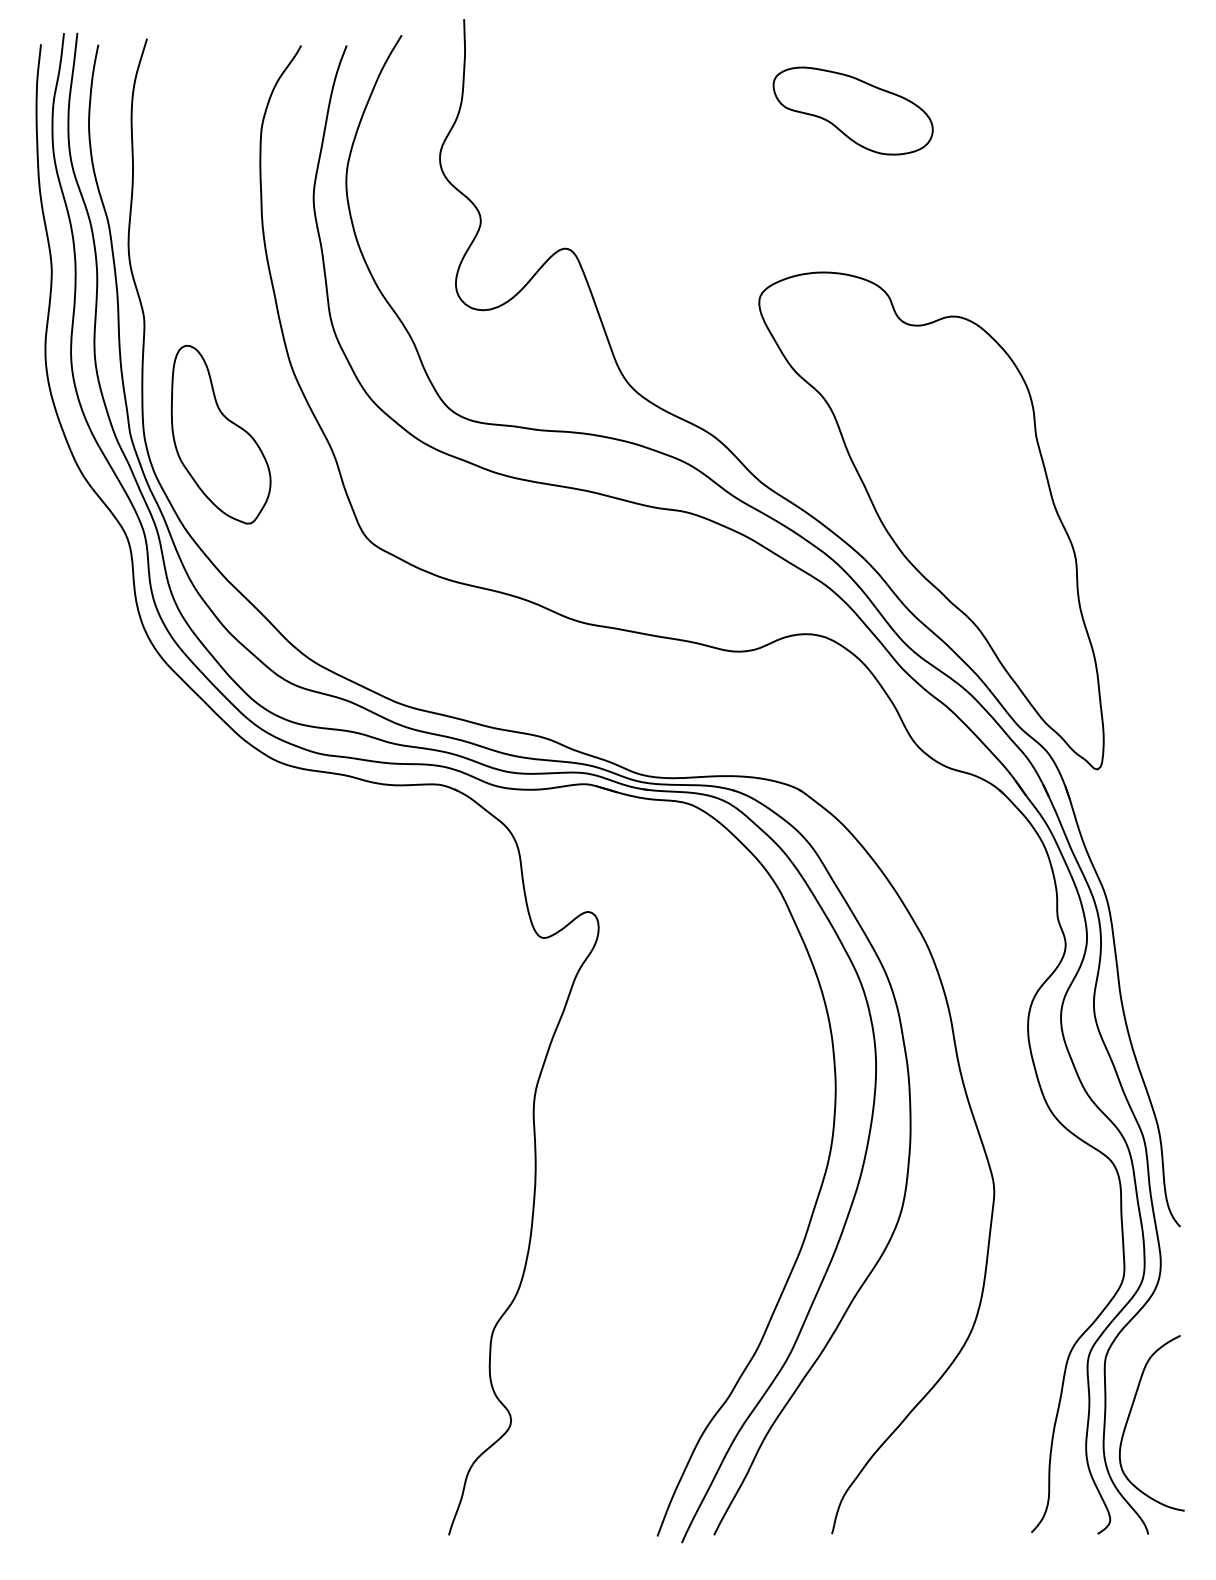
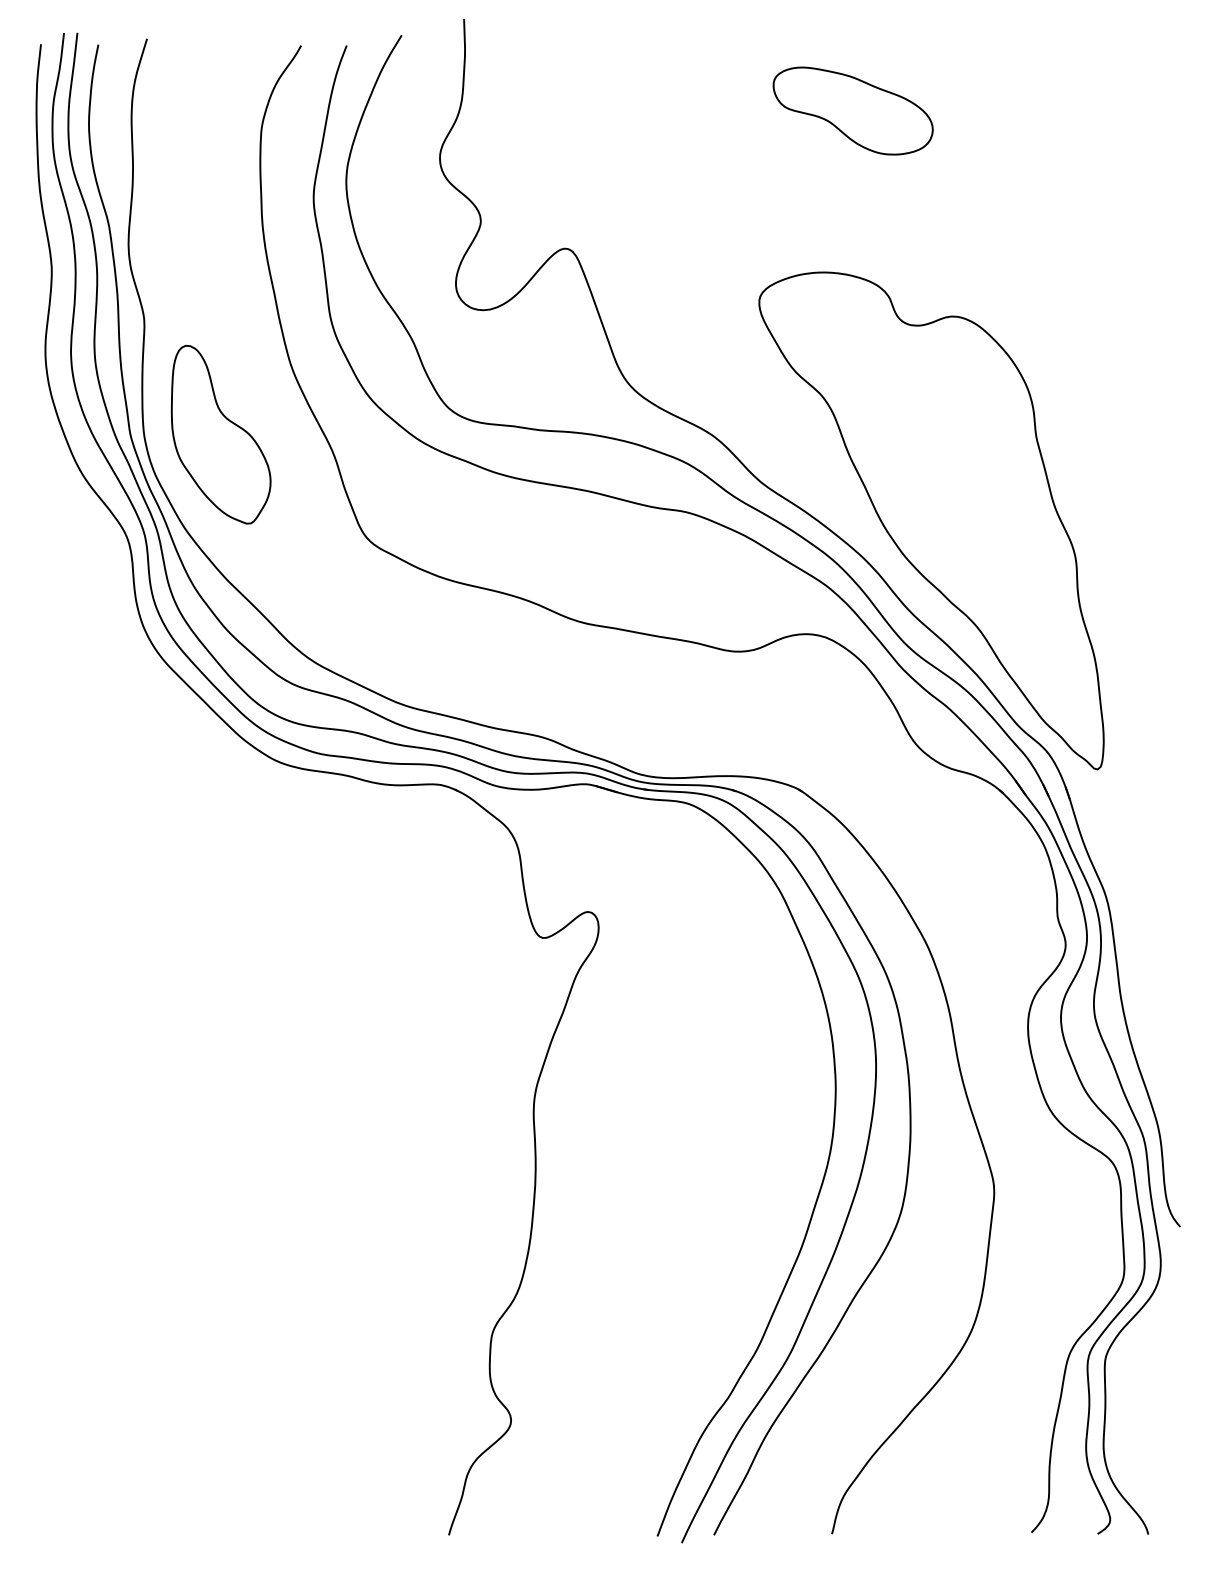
curve at (1129, 1417): present -> none
